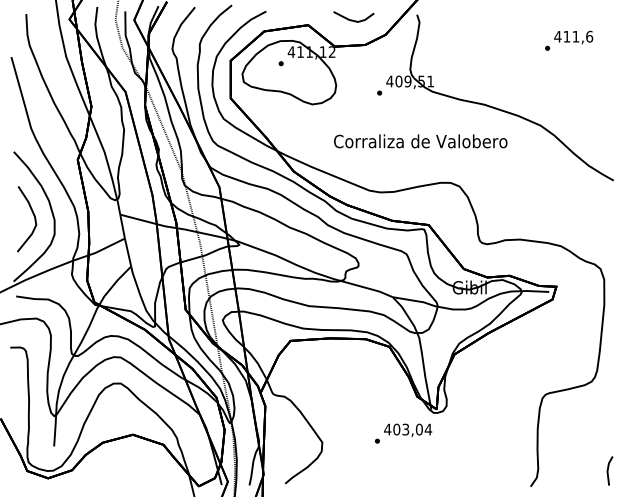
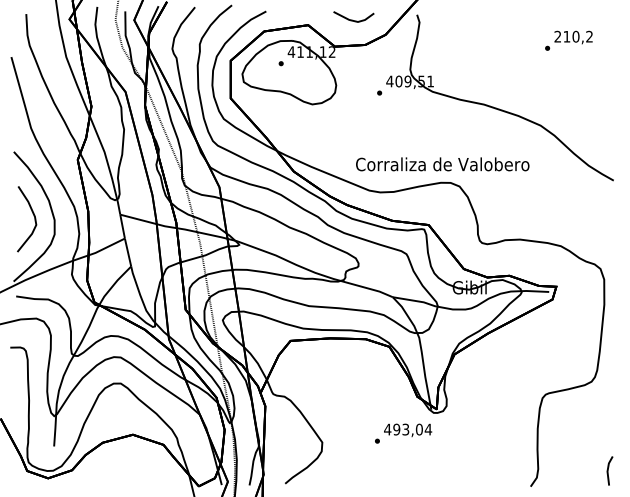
text at (573, 36): 411,6 -> 210,2
text at (420, 141) position: (420, 141) -> (442, 164)
text at (396, 429): 403,04 -> 493,04
